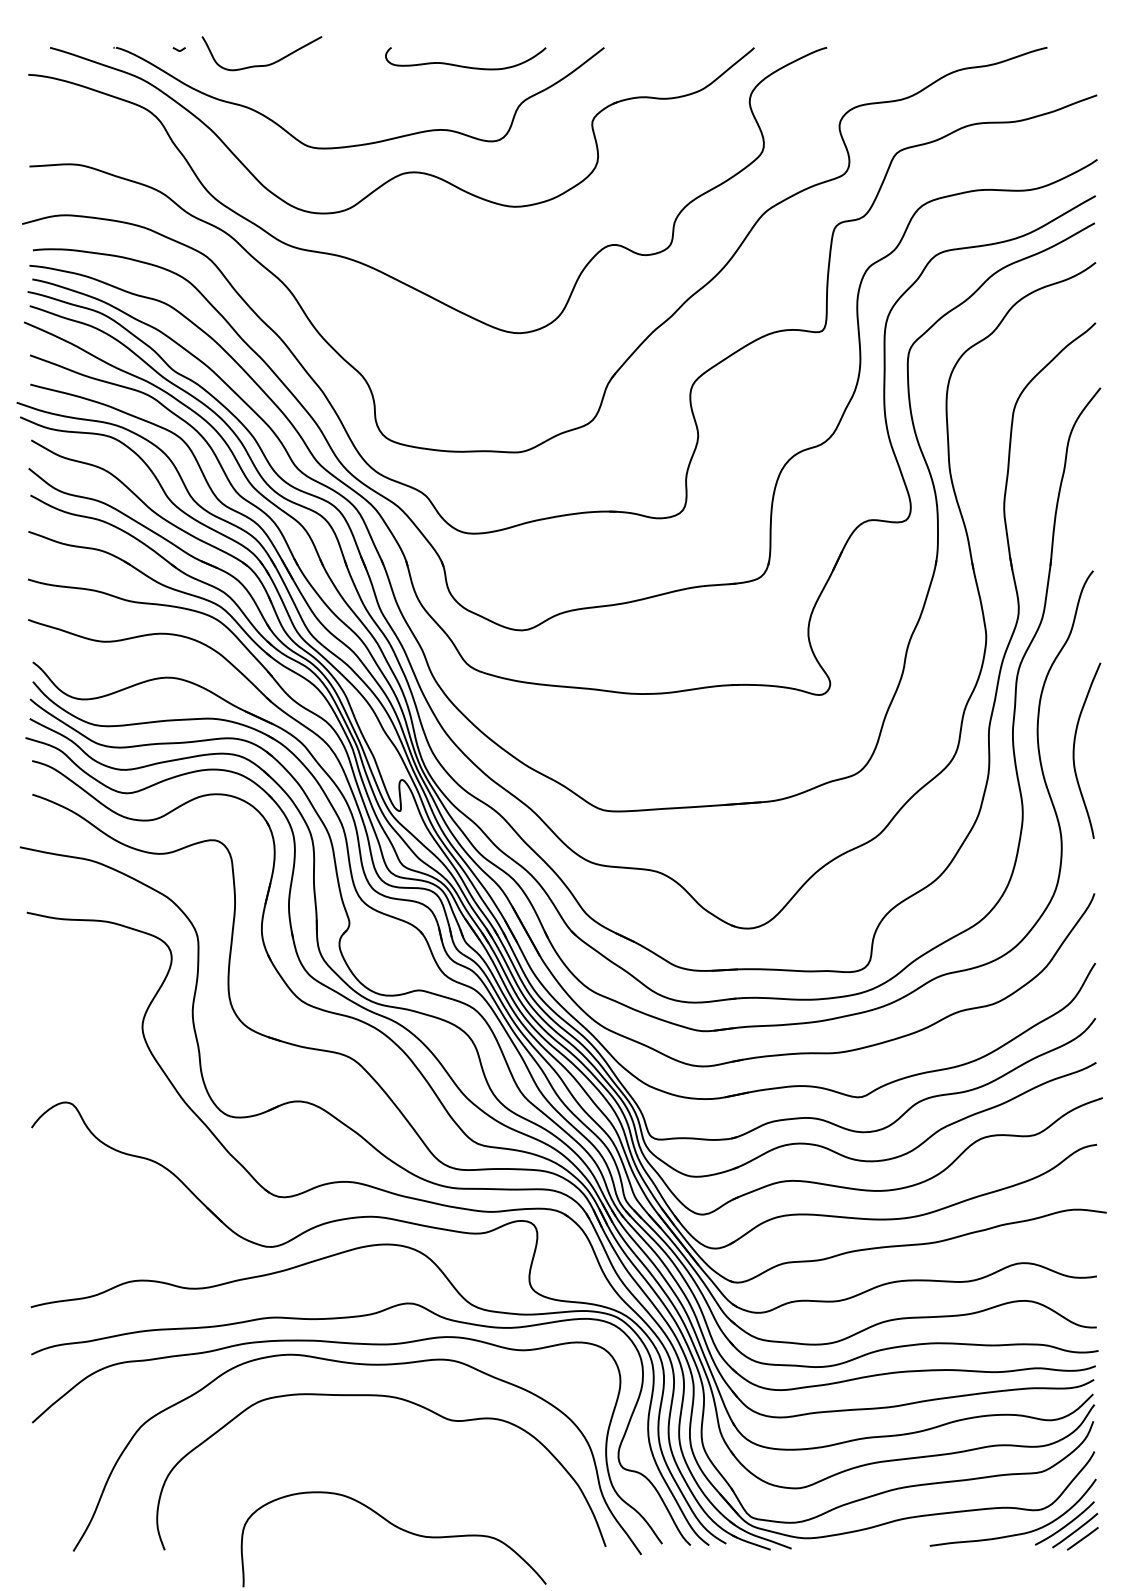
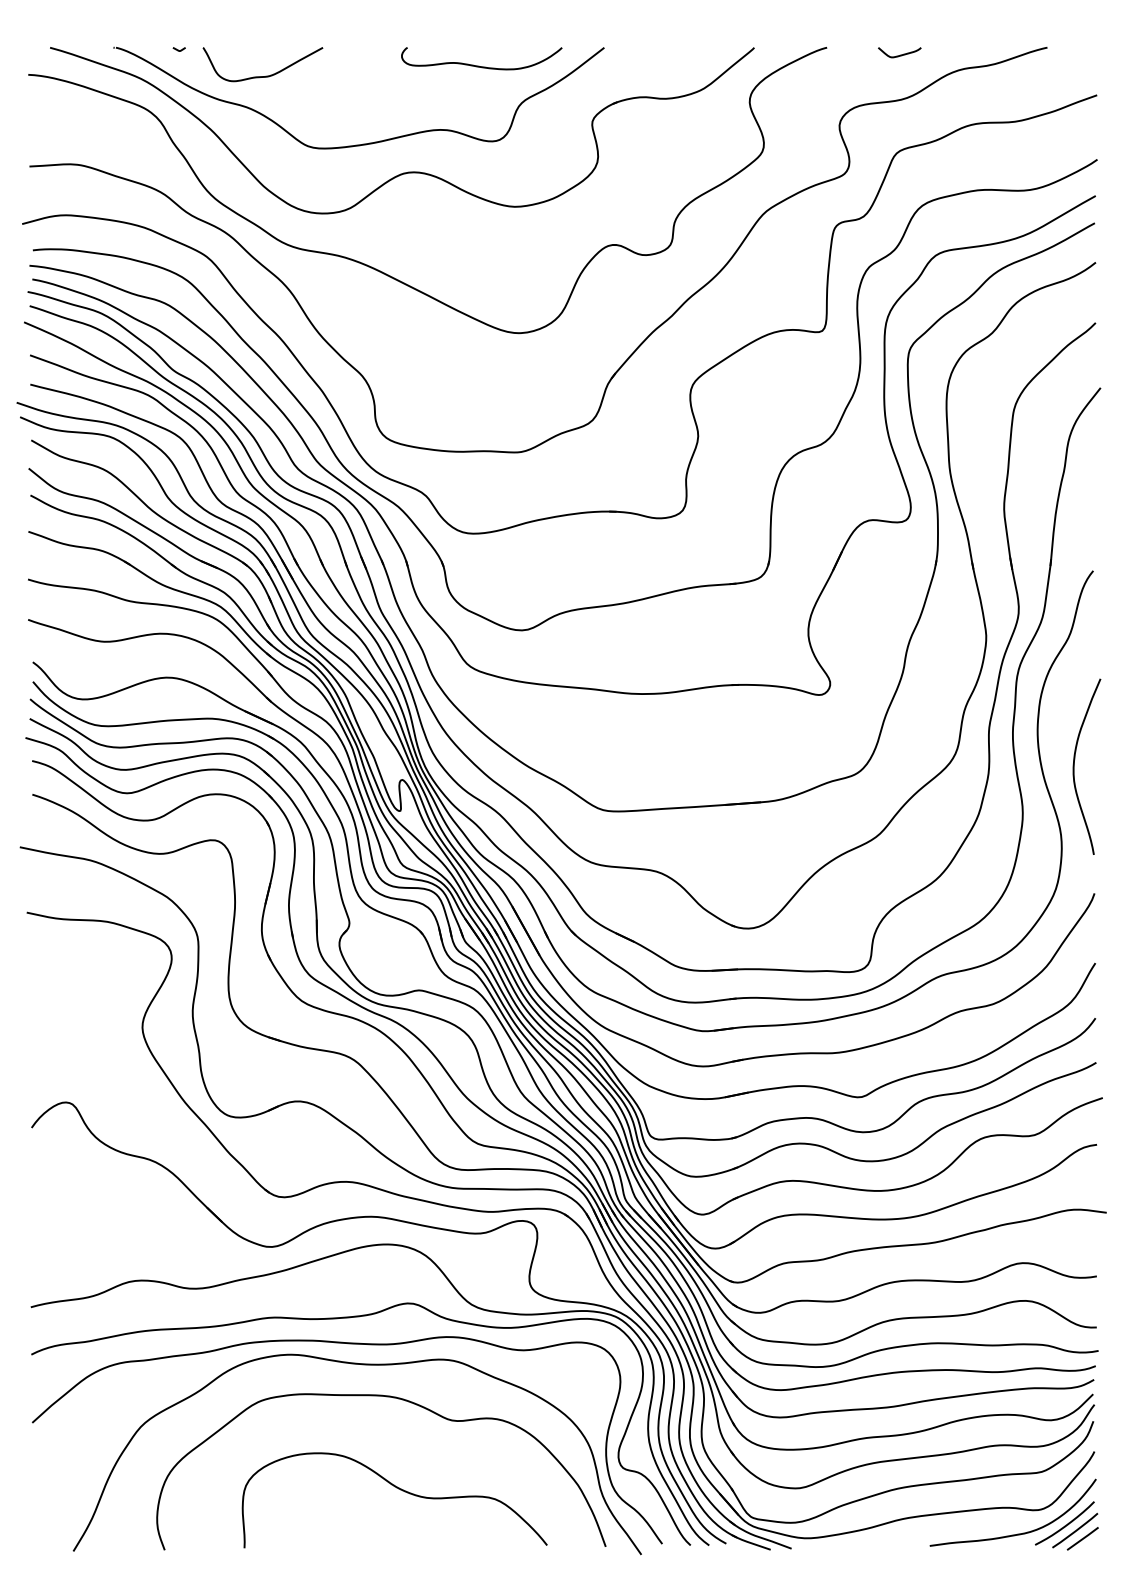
curve at (900, 54): none -> present
curve at (265, 64) position: (265, 64) -> (266, 75)
curve at (463, 65) position: (463, 65) -> (479, 65)
curve at (1074, 750) position: (1074, 750) -> (1074, 766)
curve at (399, 1529) position: (399, 1529) -> (400, 1490)
